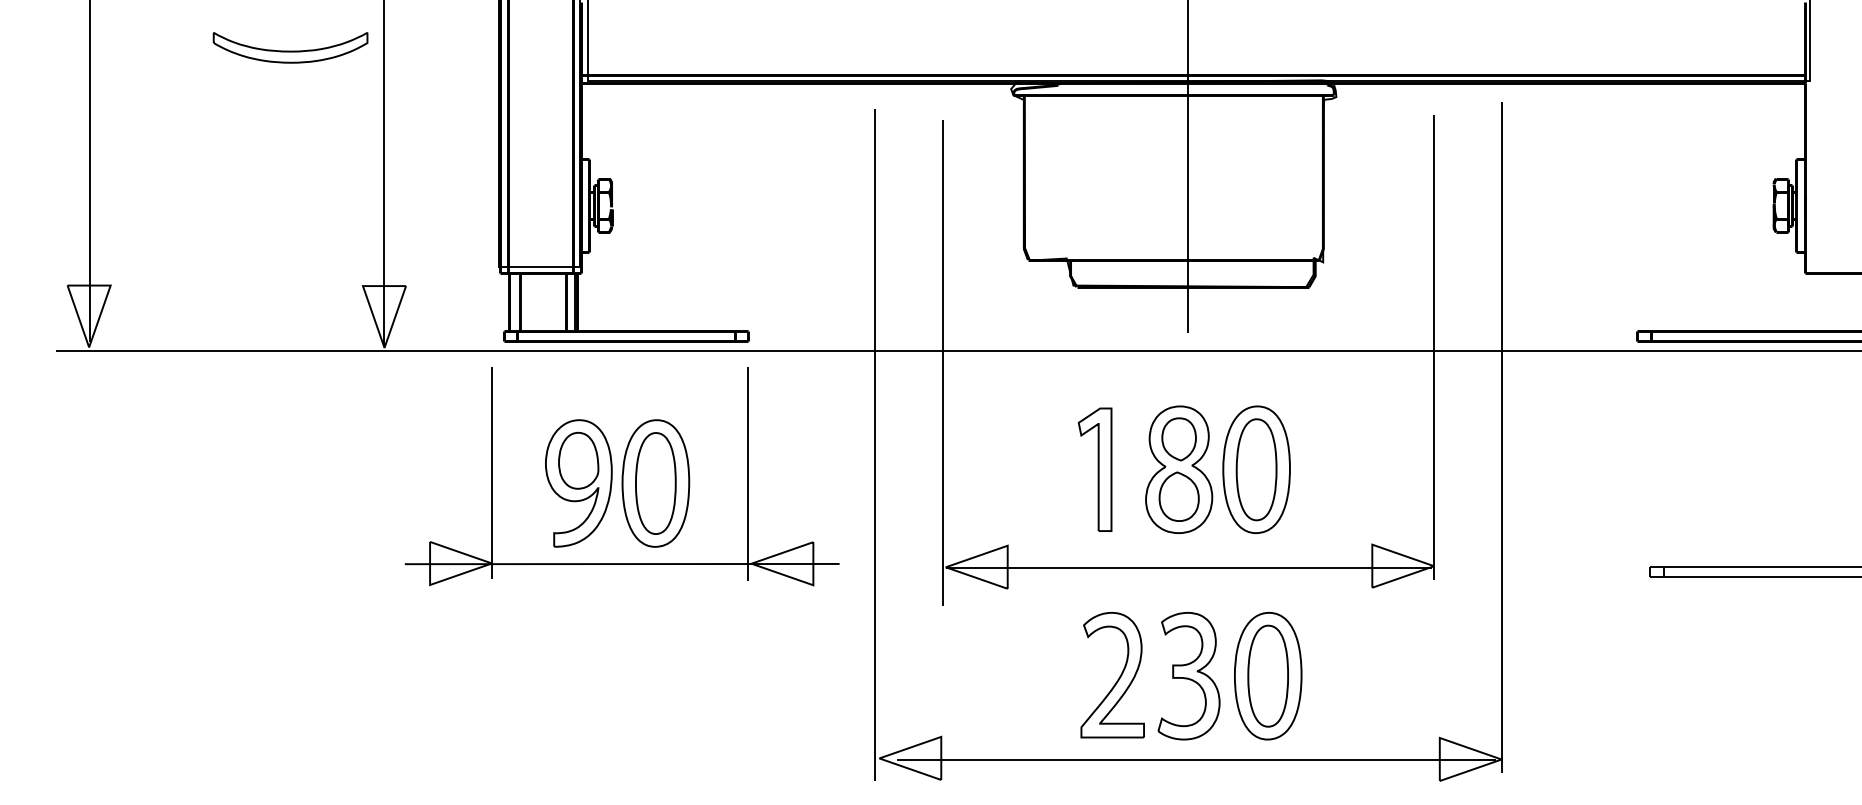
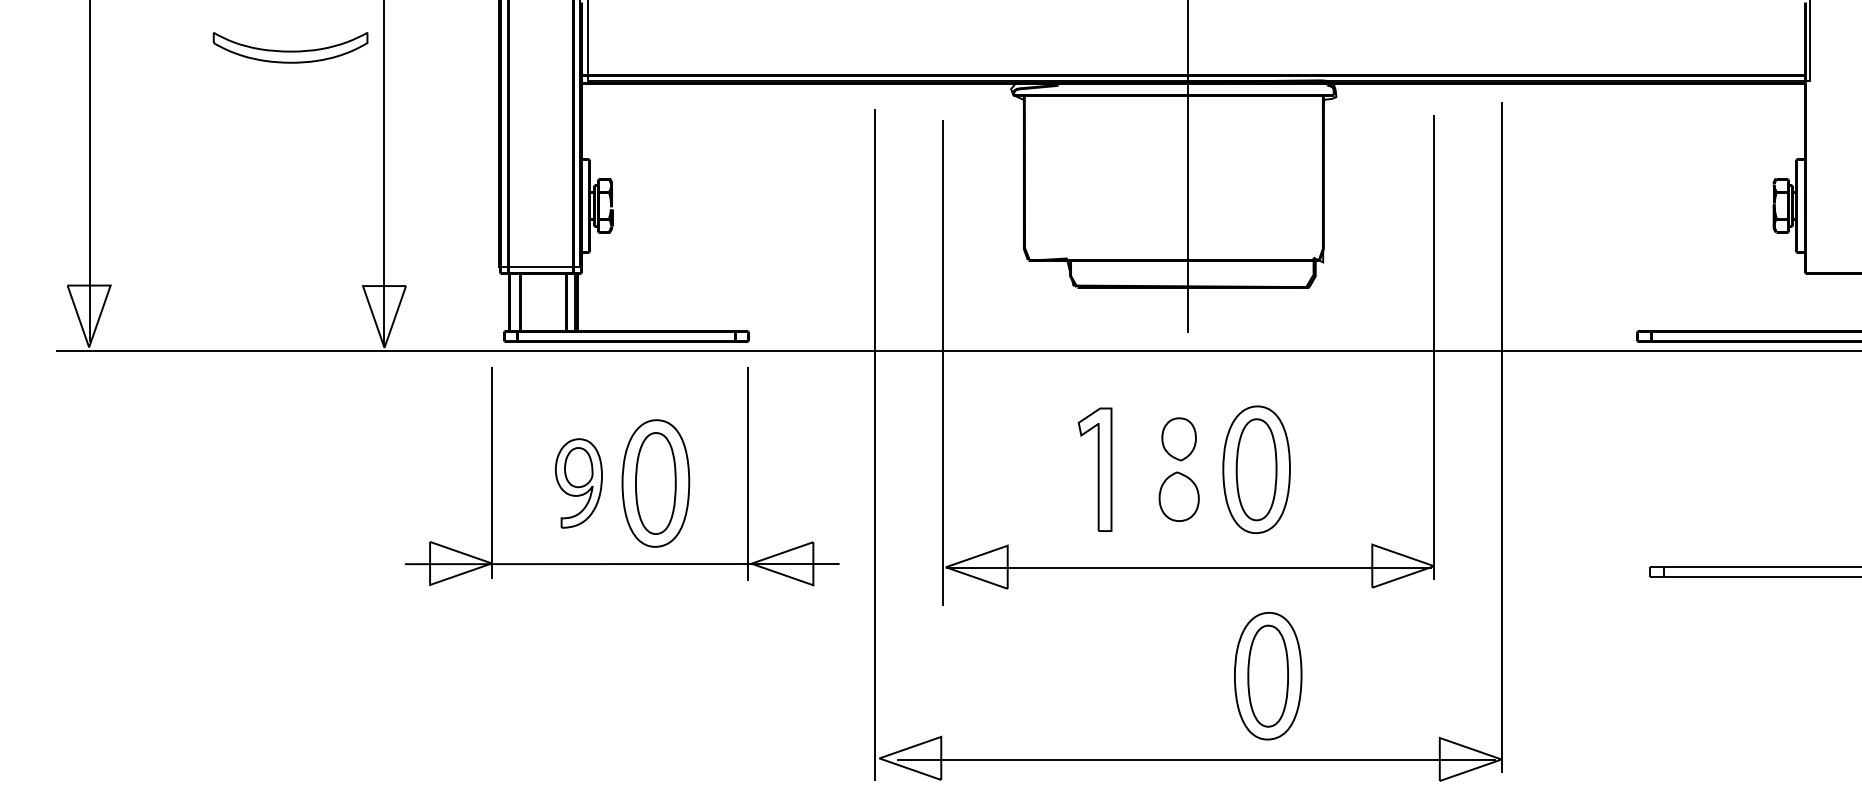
part at (1179, 469): present -> none
part at (578, 483) size: 68x129 px -> 48x91 px
part at (1188, 676): present -> none
part at (1118, 677): present -> none
